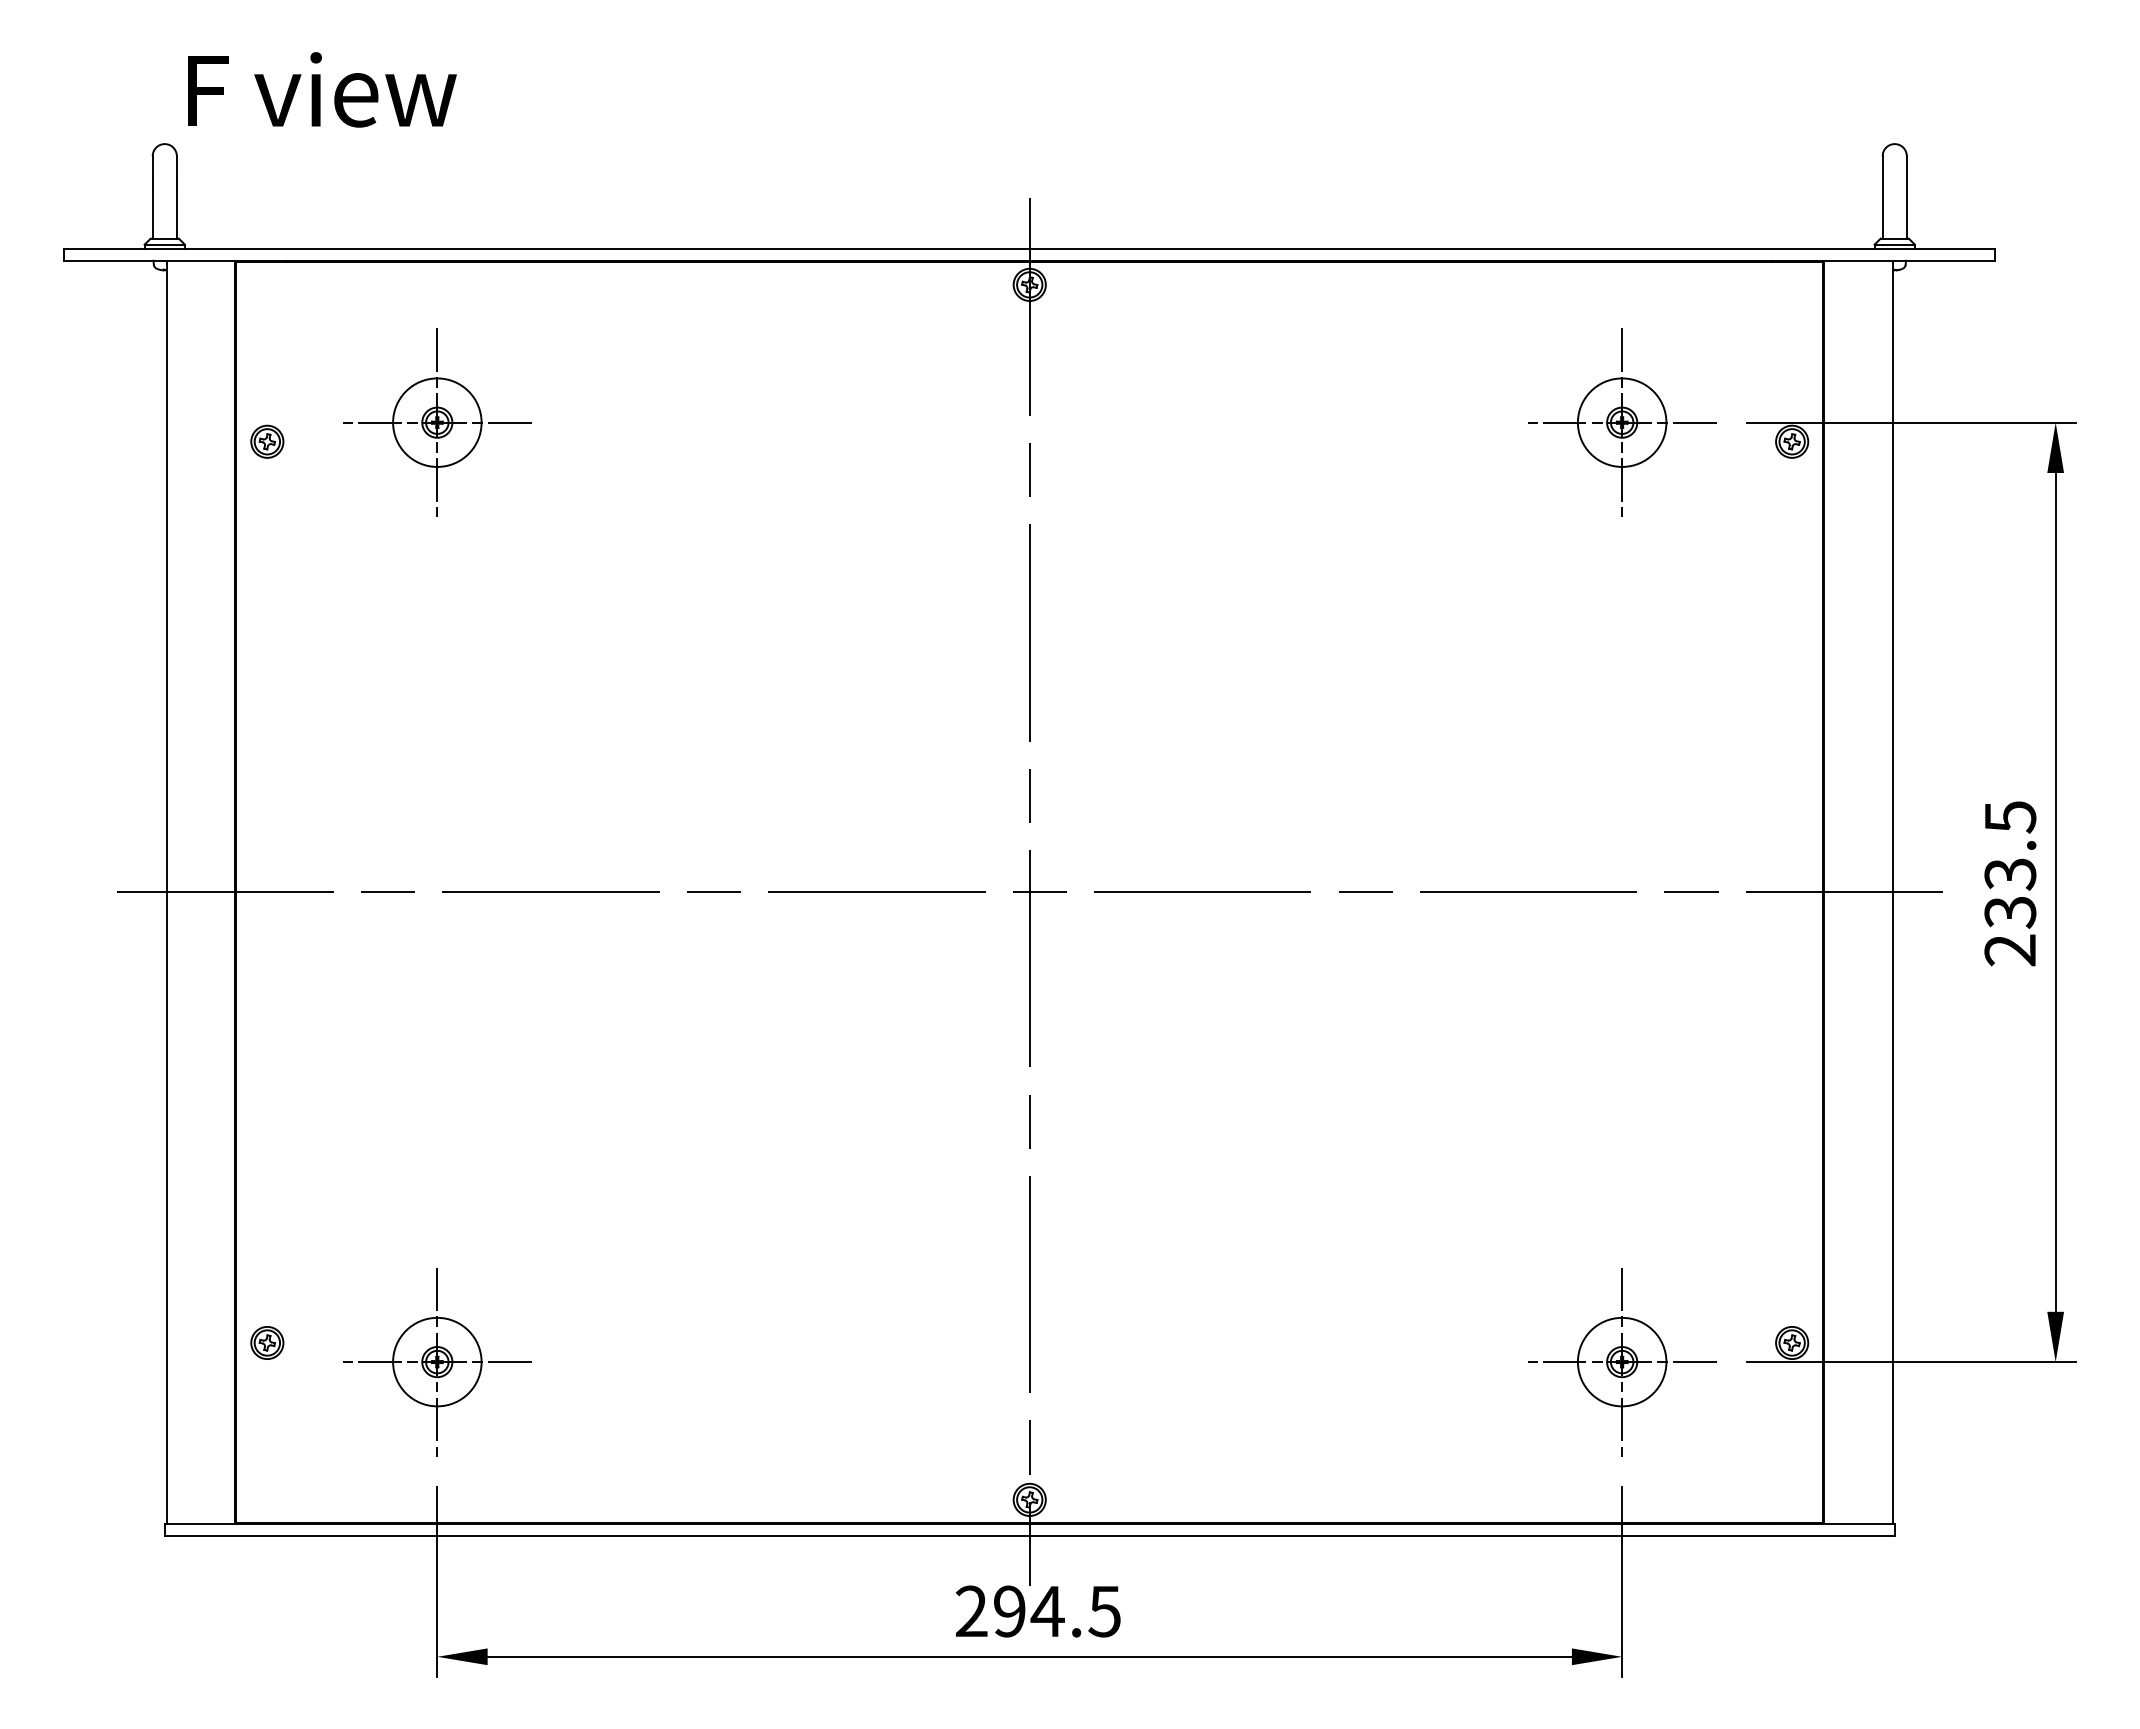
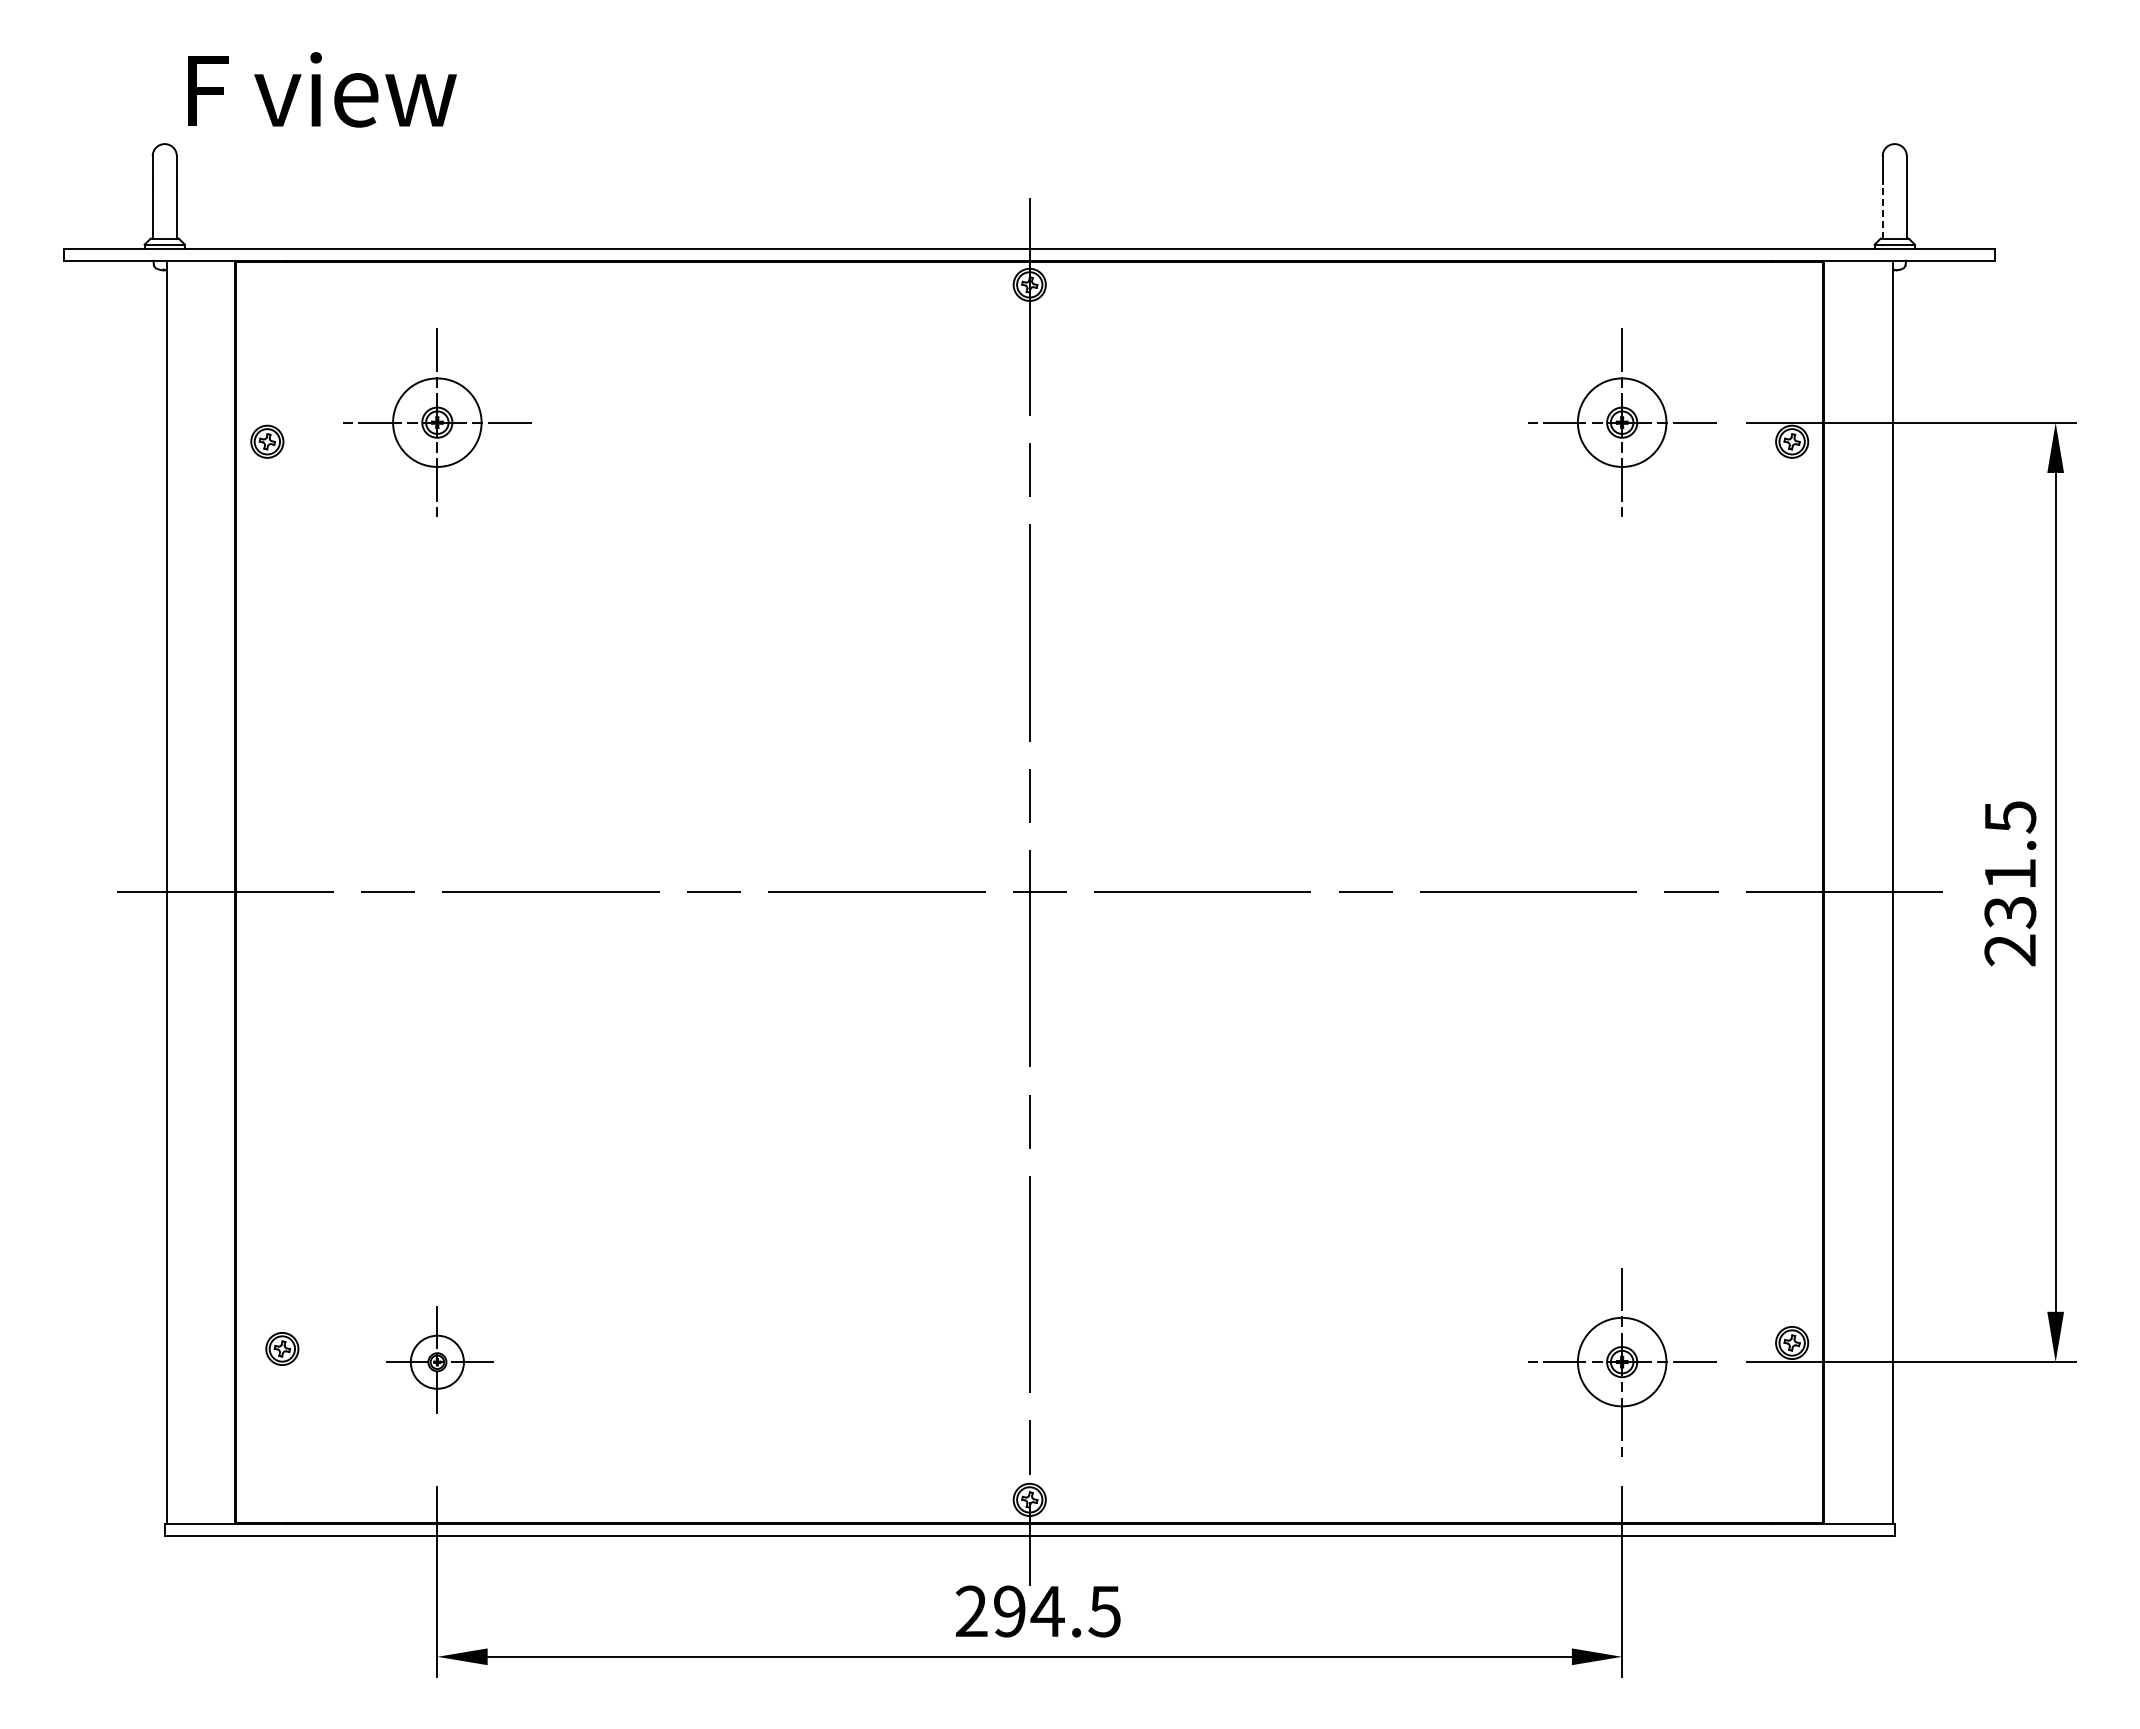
line at (1882, 210): solid -> dashed
text at (2010, 874): 233.5 -> 231.5
part at (267, 1342) position: (267, 1342) -> (282, 1348)
part at (437, 1362) size: 189x189 px -> 108x108 px
